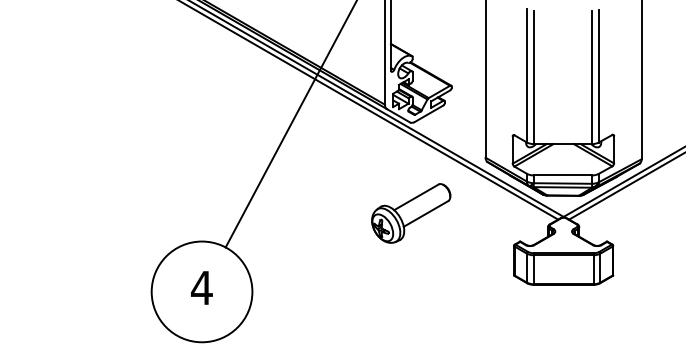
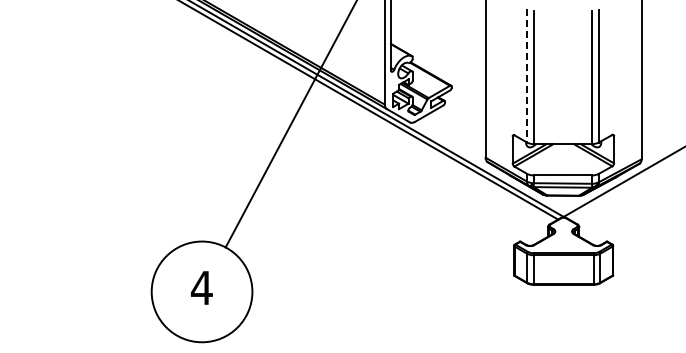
line at (526, 75): solid -> dashed
line at (625, 186): present -> none
part at (411, 213): present -> none
